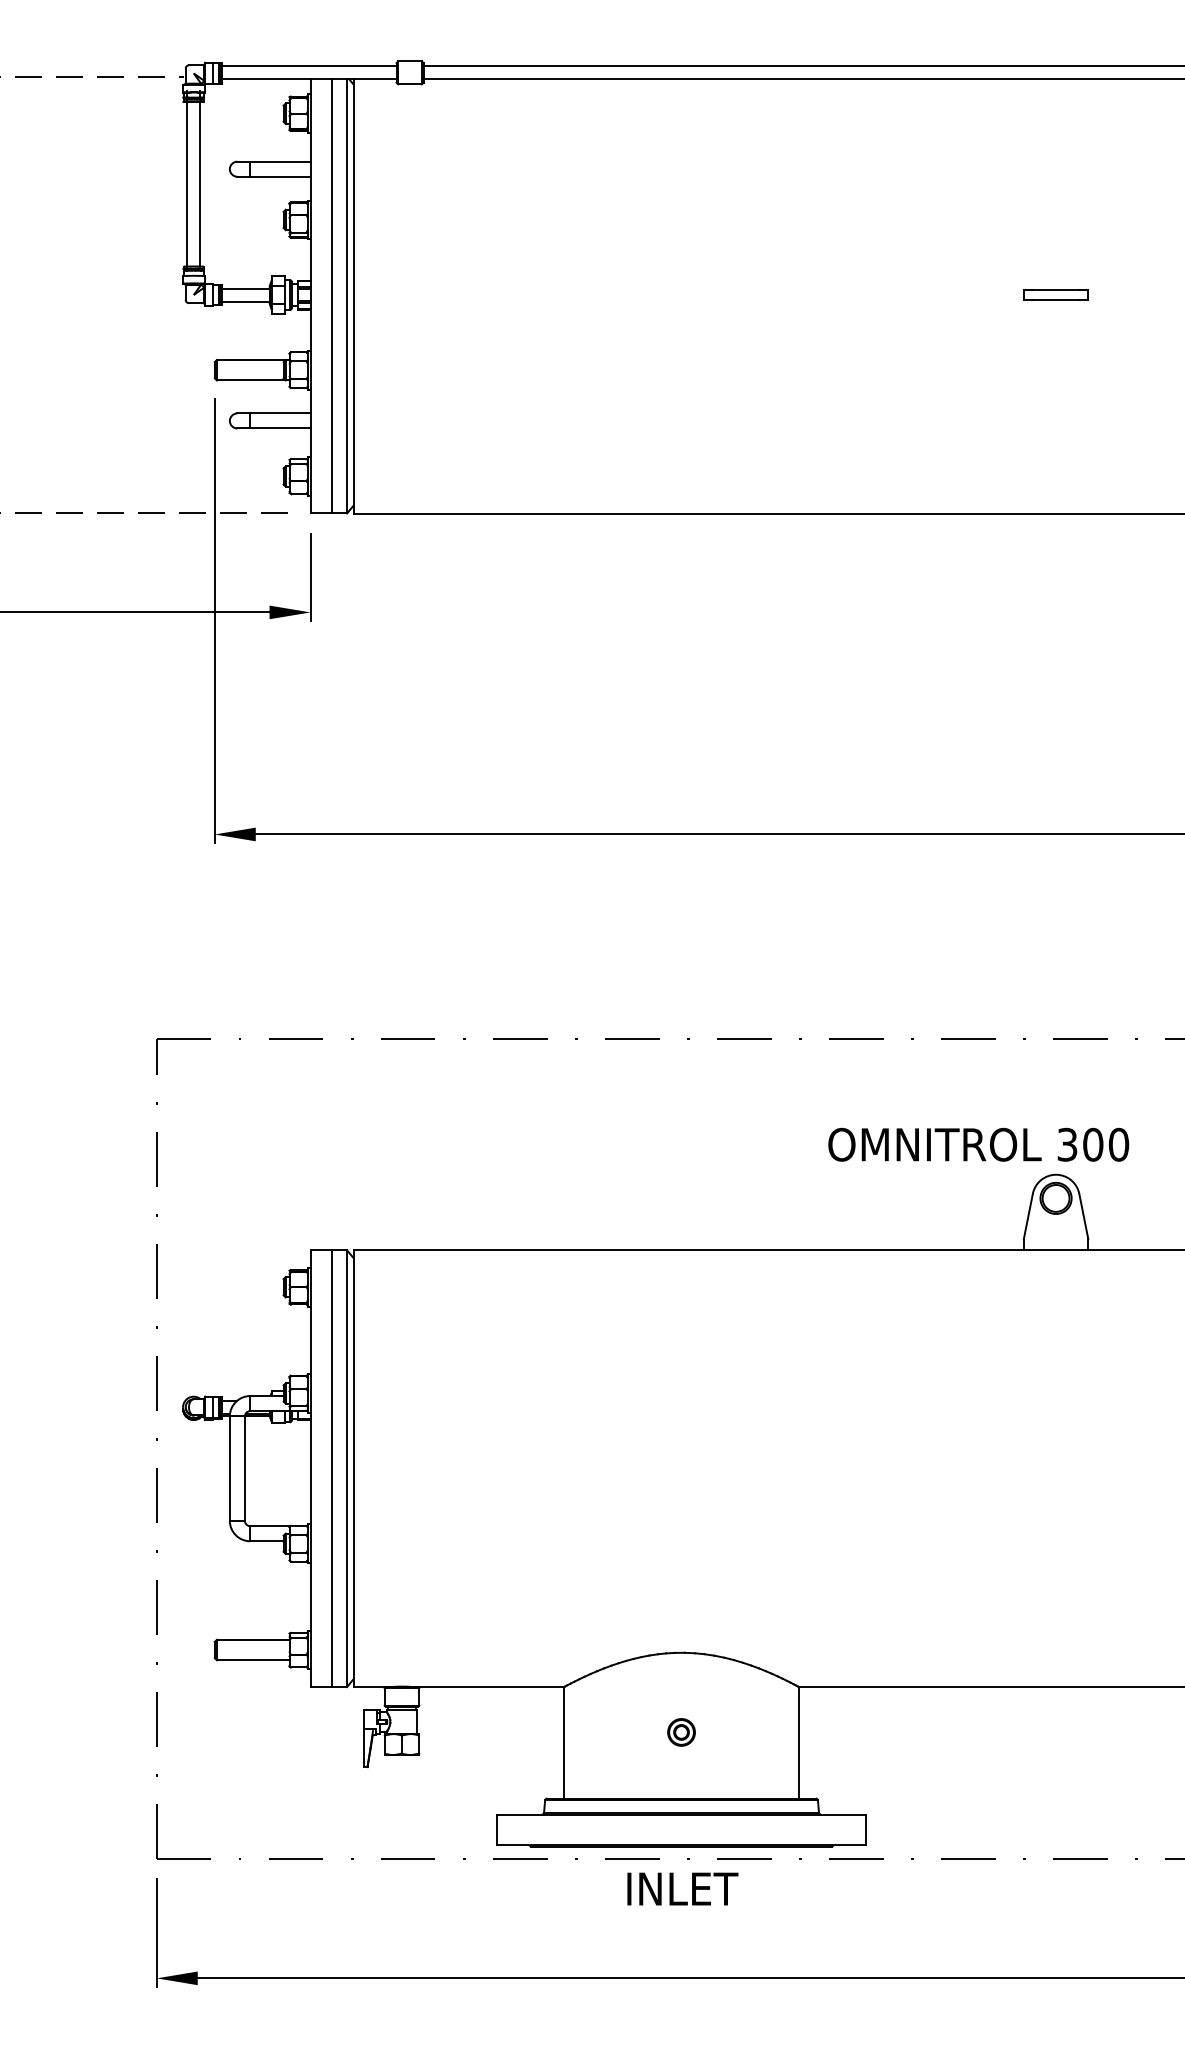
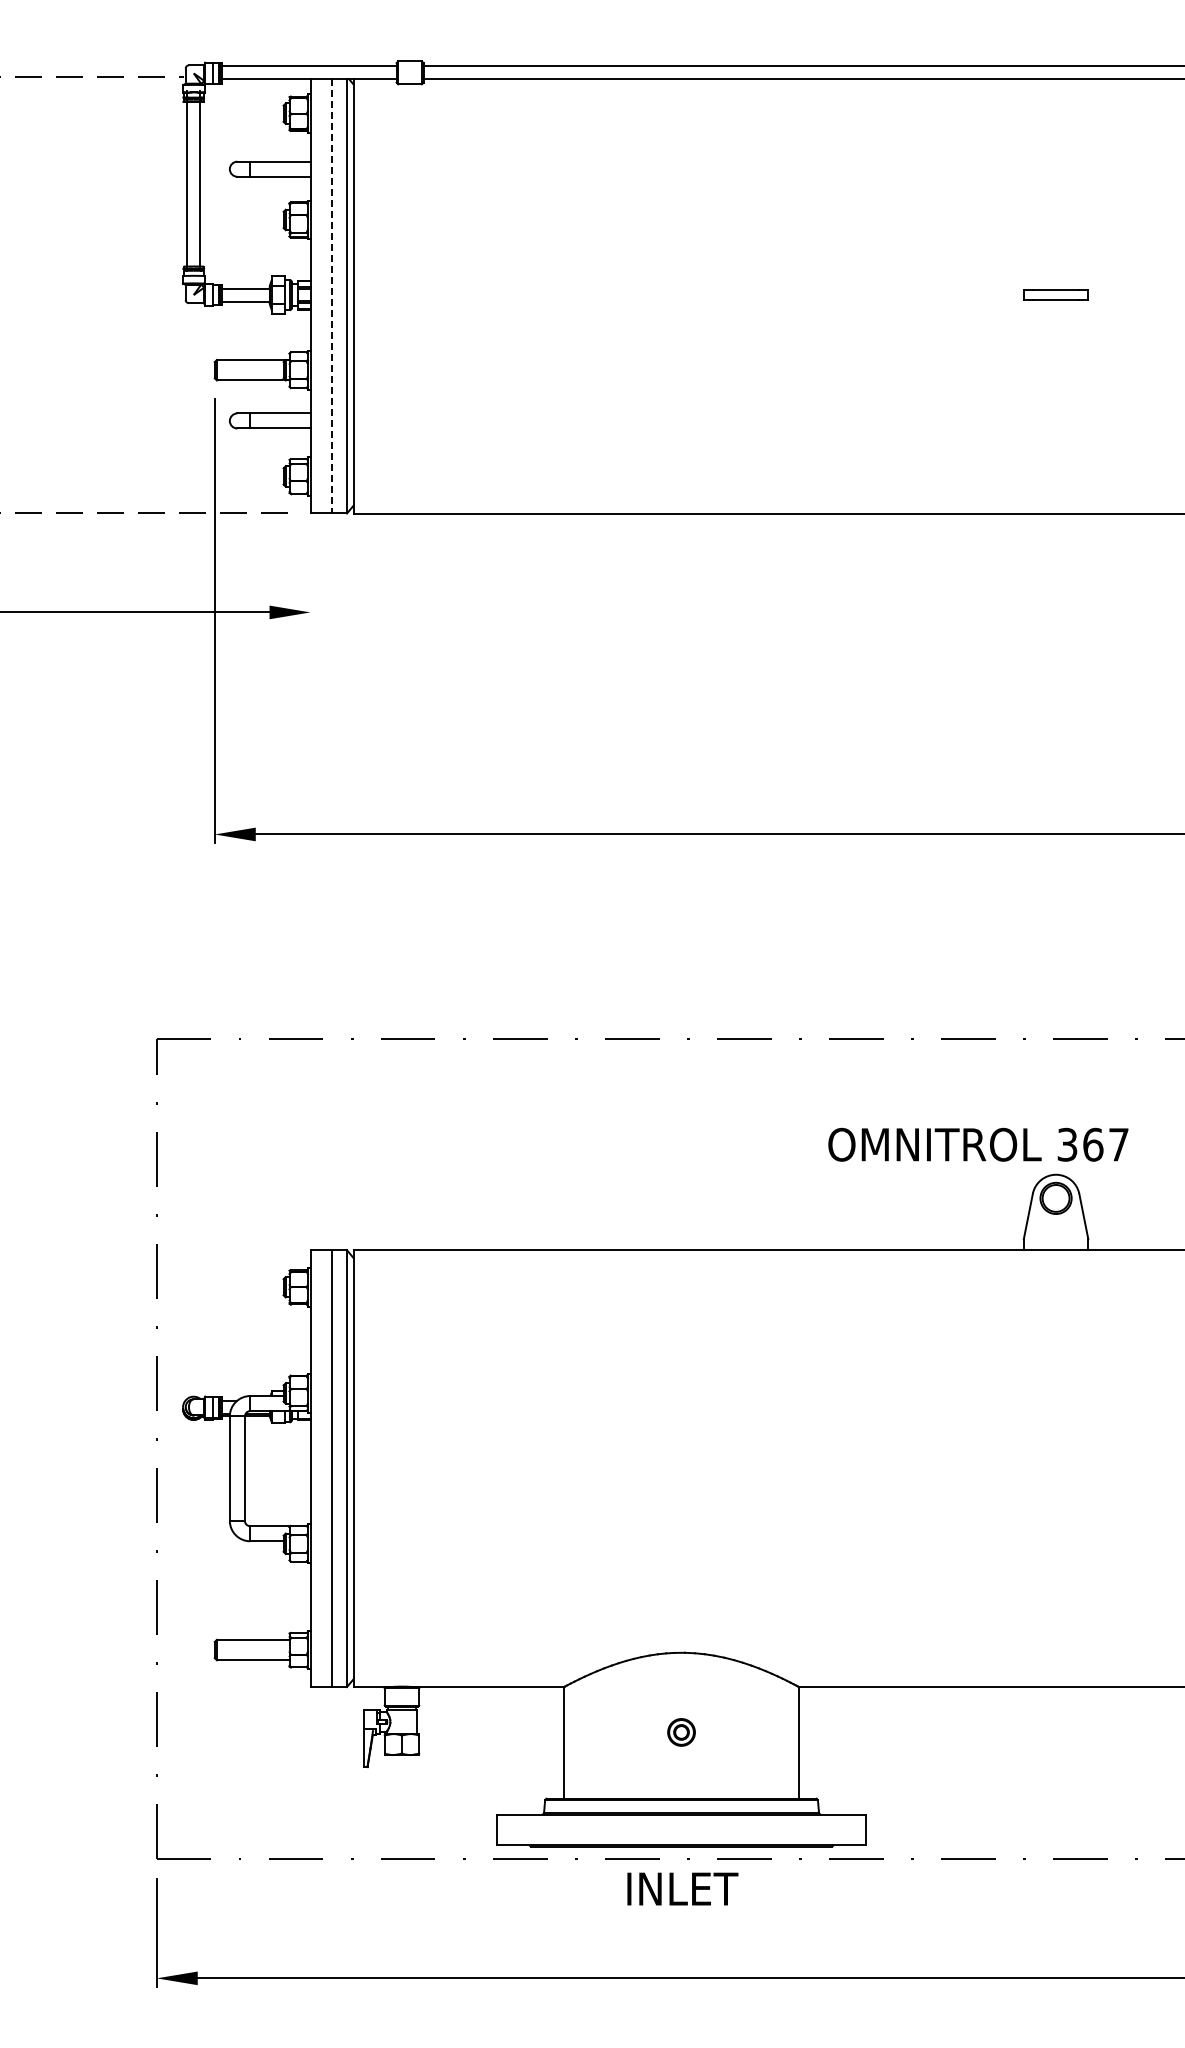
line at (332, 296): solid -> dashed
line at (310, 576): present -> none
text at (1106, 1144): 300 -> 367
